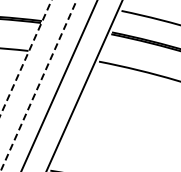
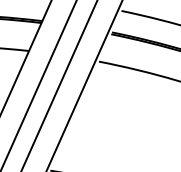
line at (25, 58): dashed -> solid
line at (38, 85): dashed -> solid
